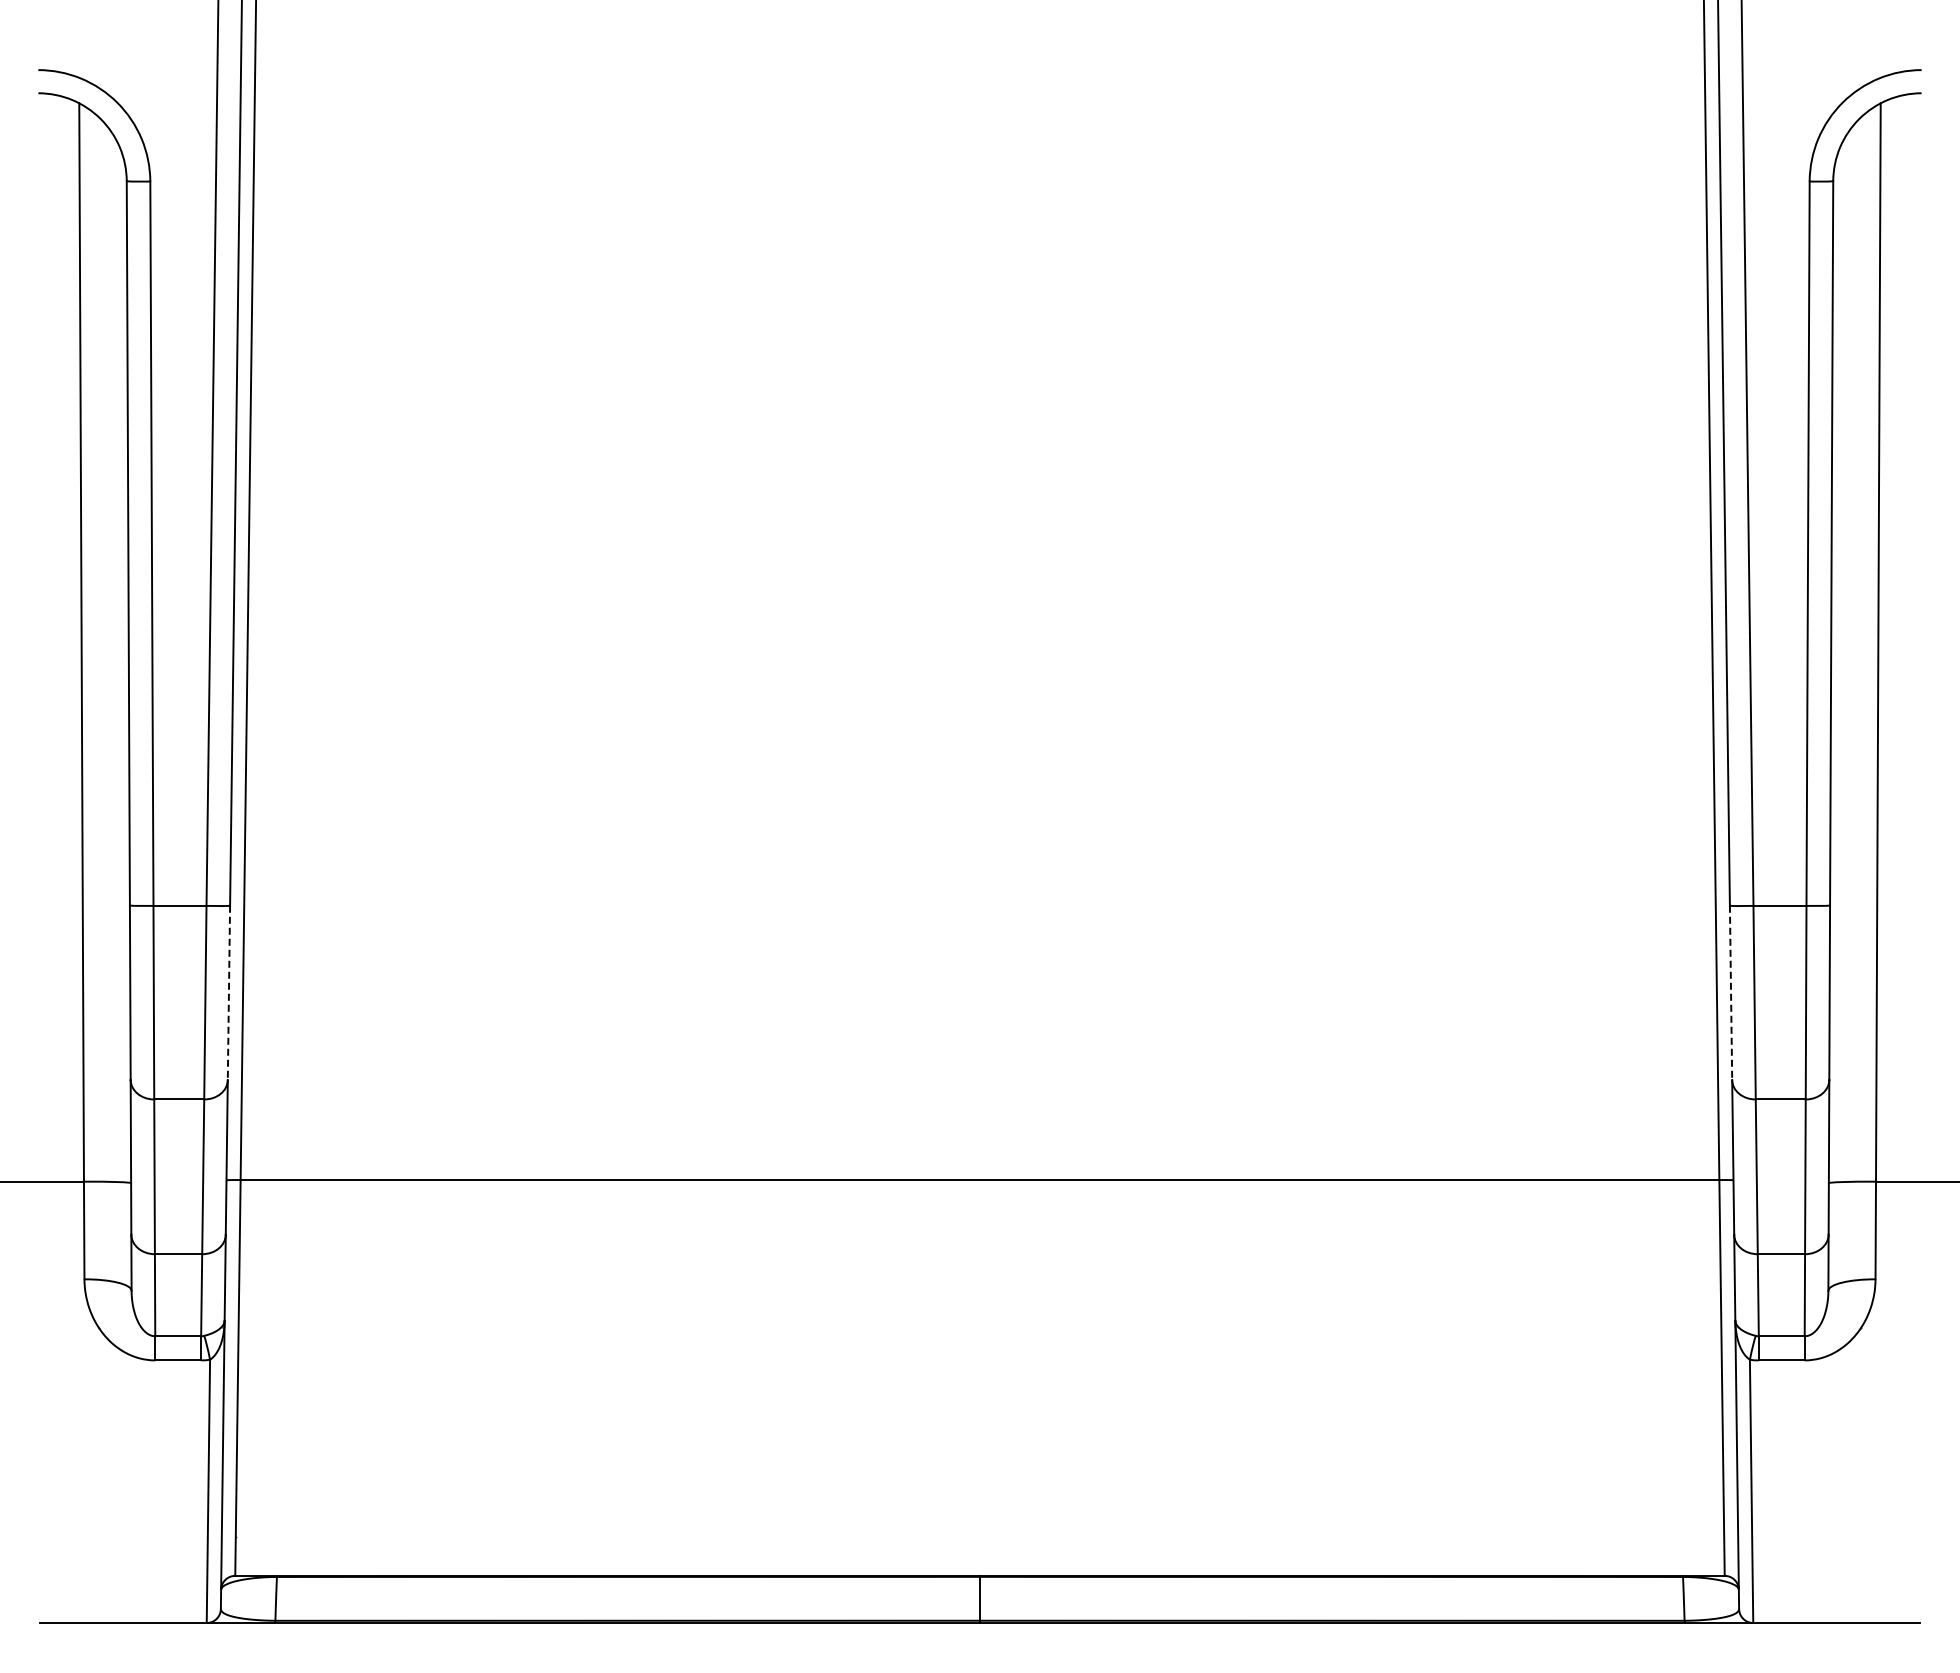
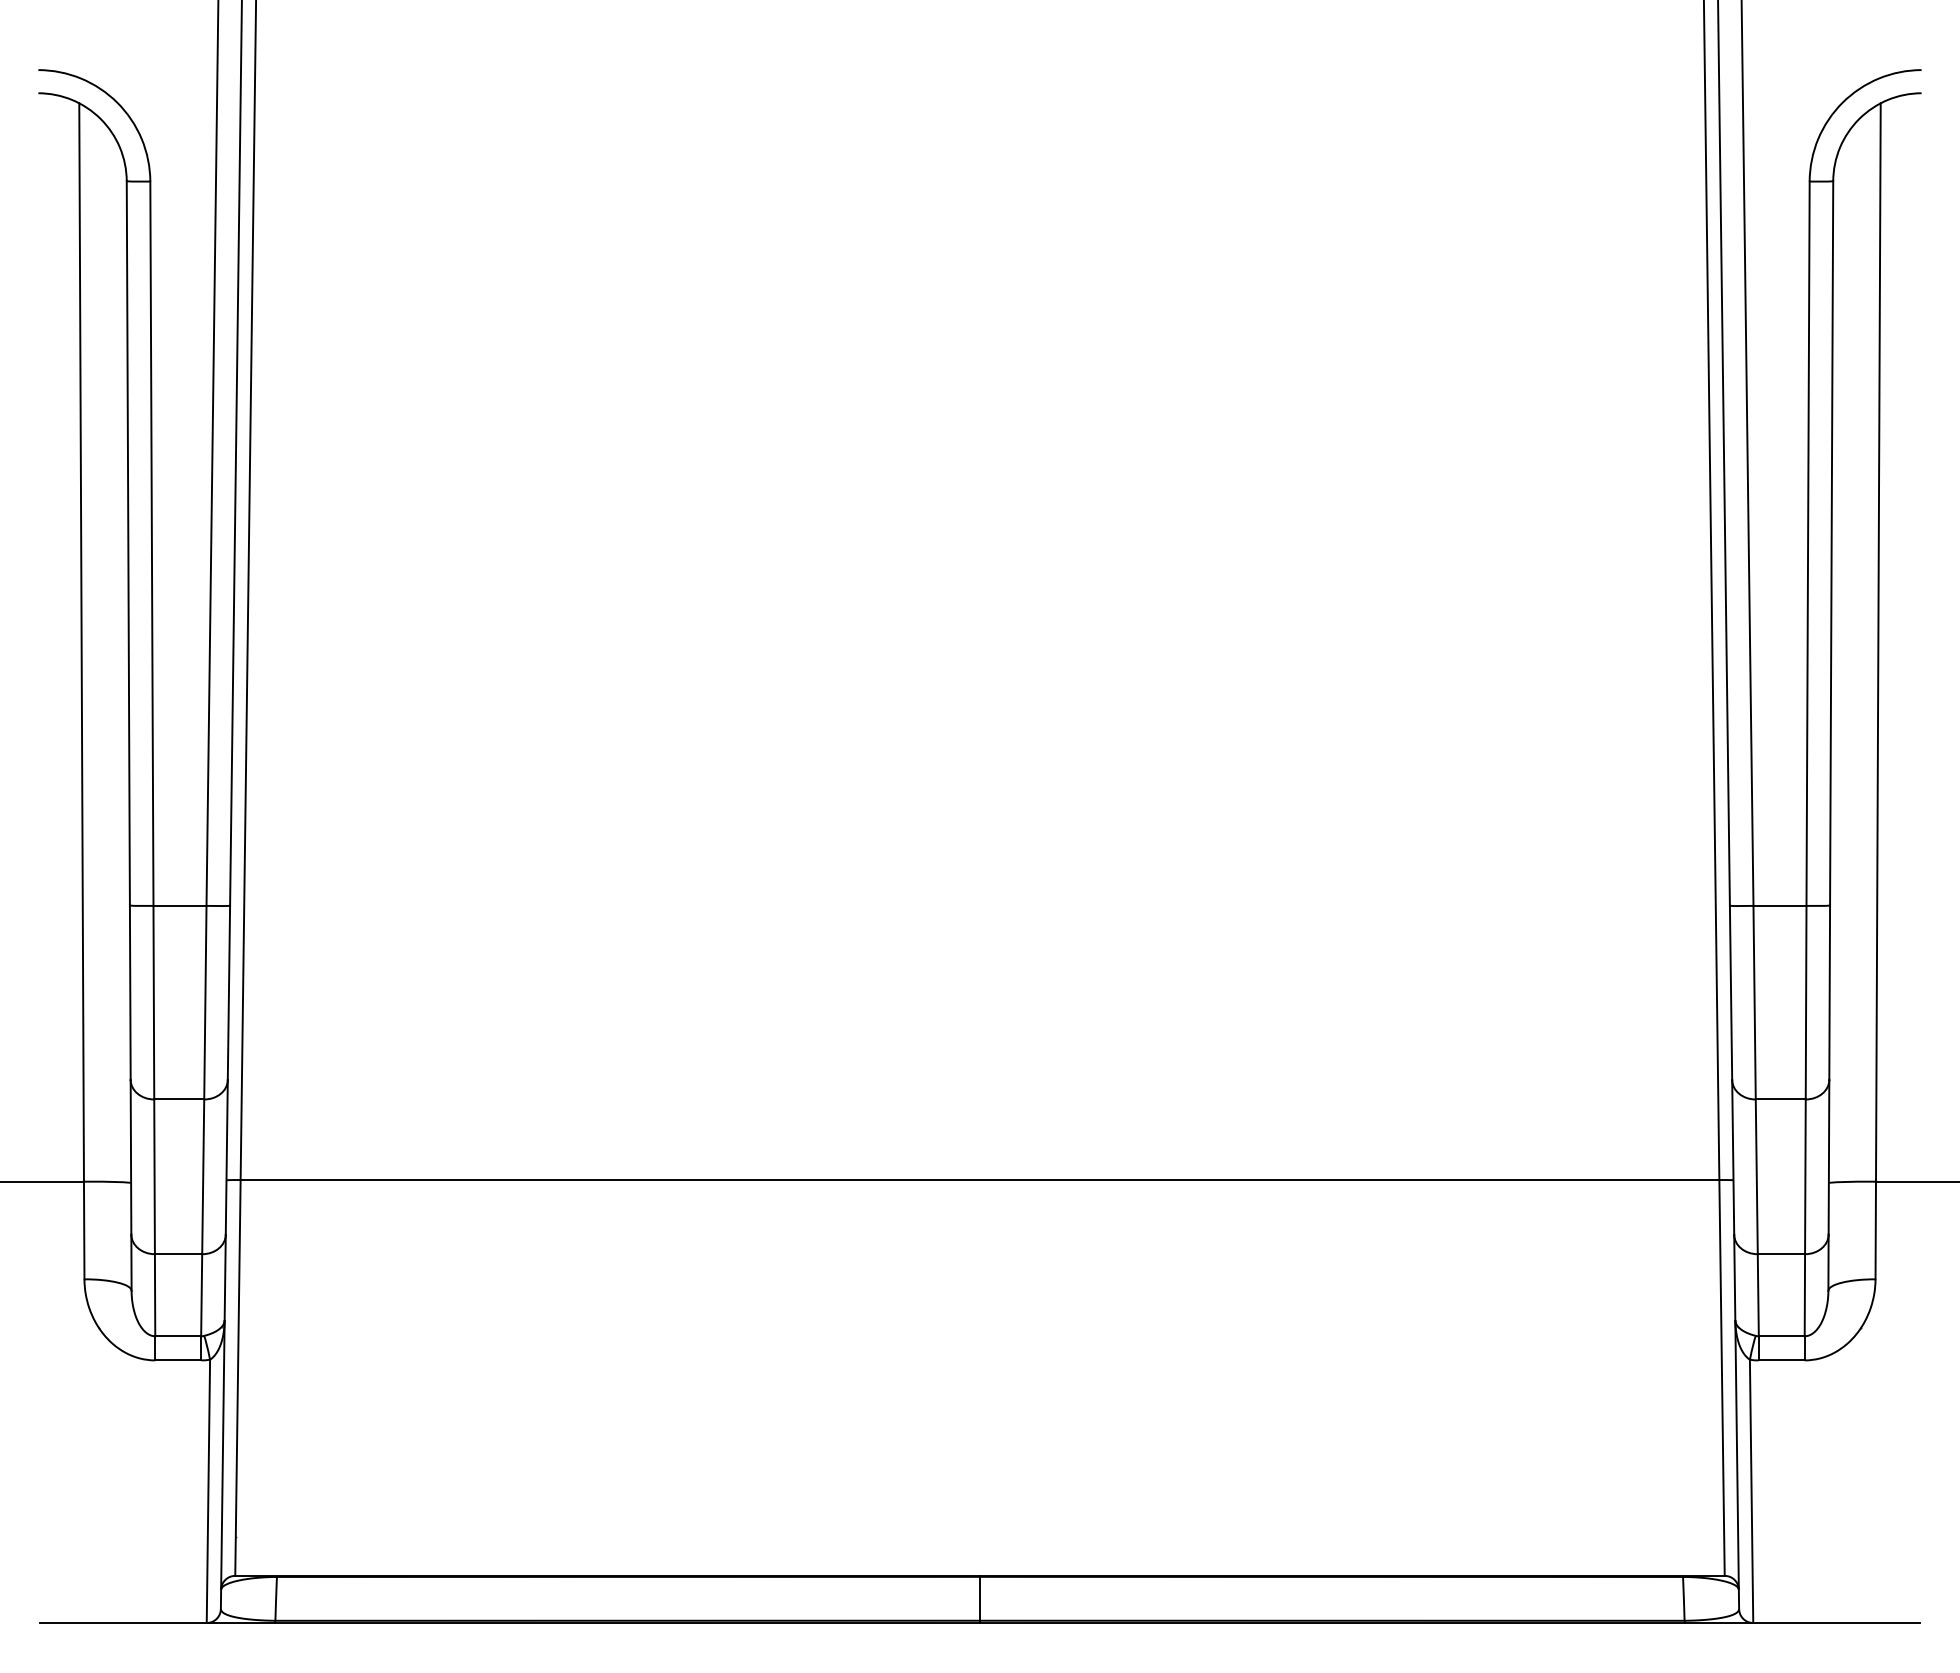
line at (228, 993): dashed -> solid
line at (1731, 993): dashed -> solid
